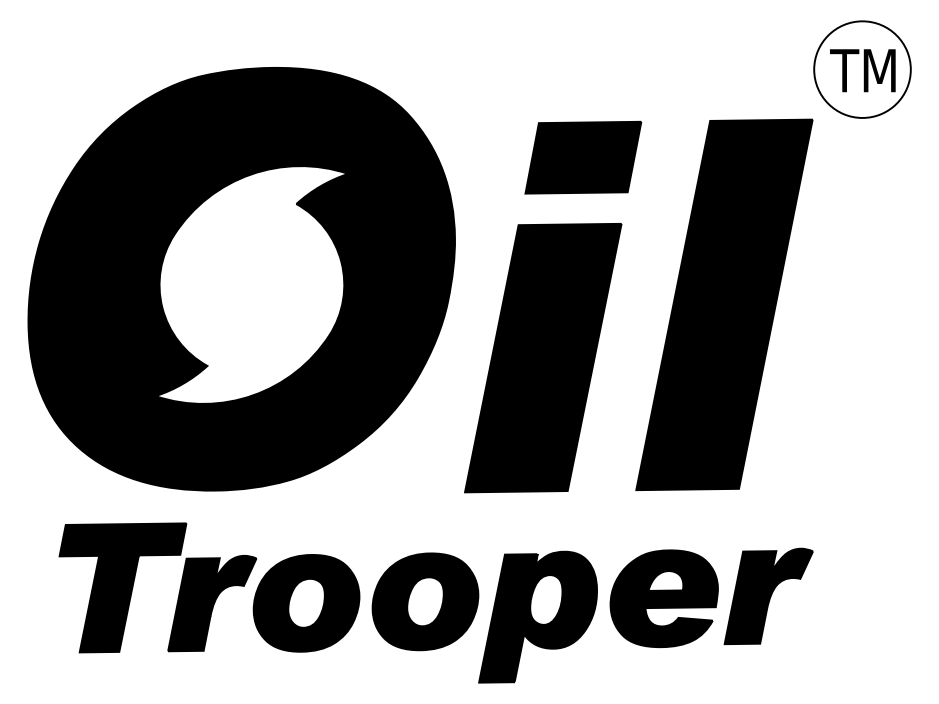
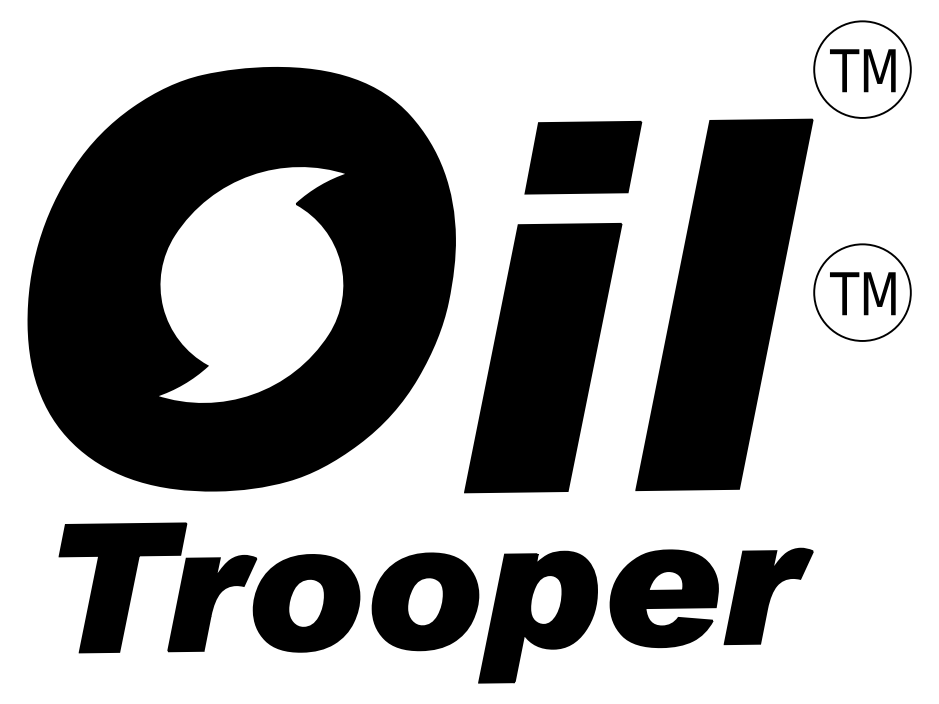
part at (862, 292): none -> present
